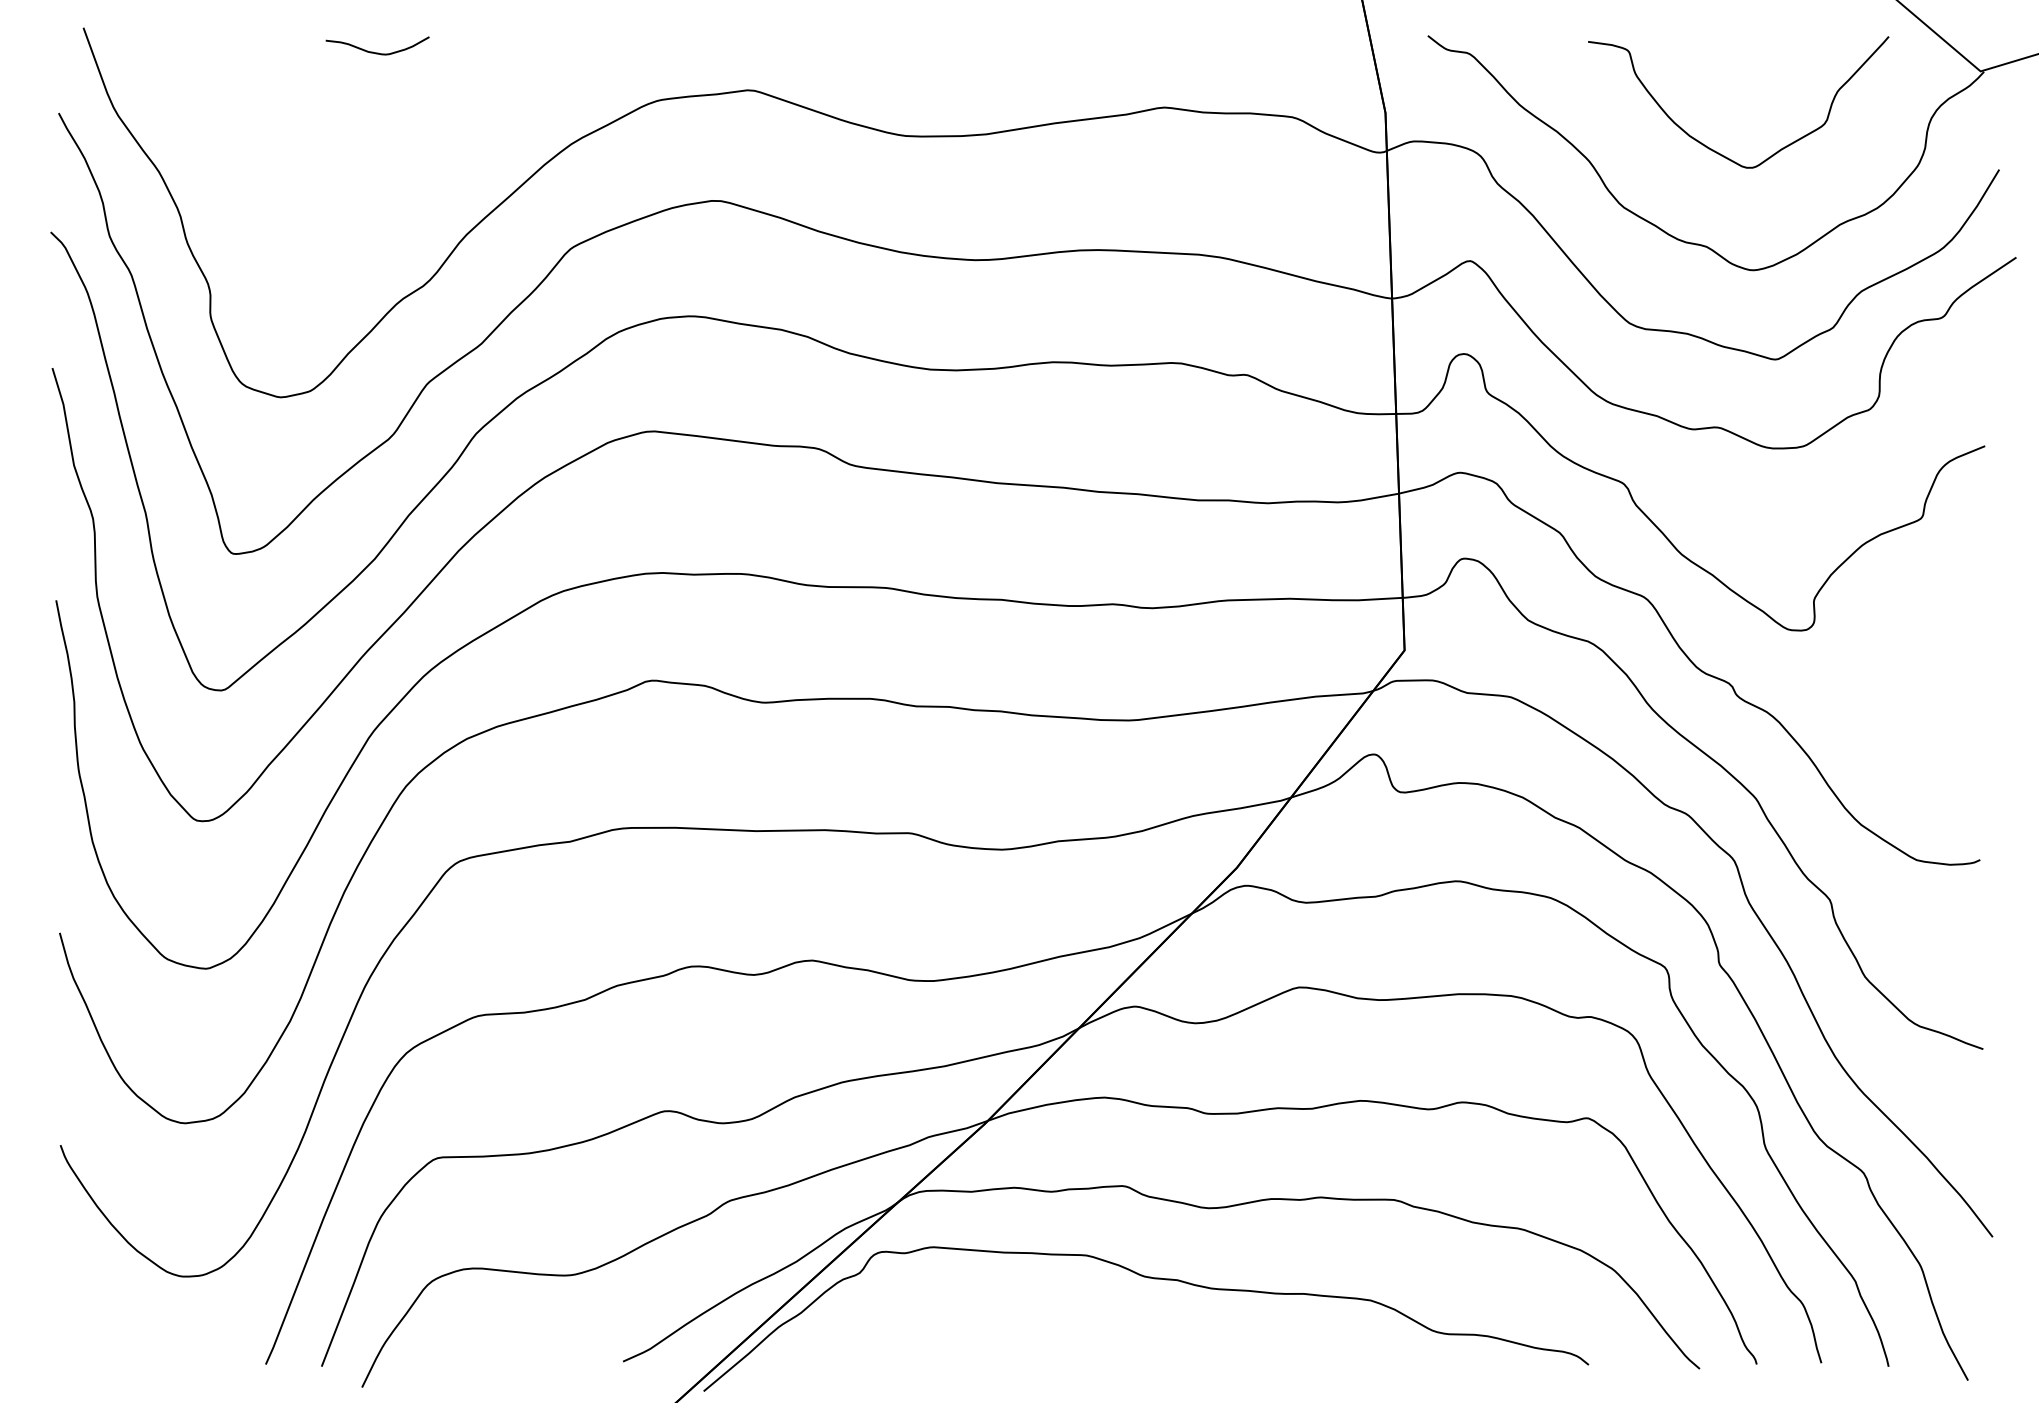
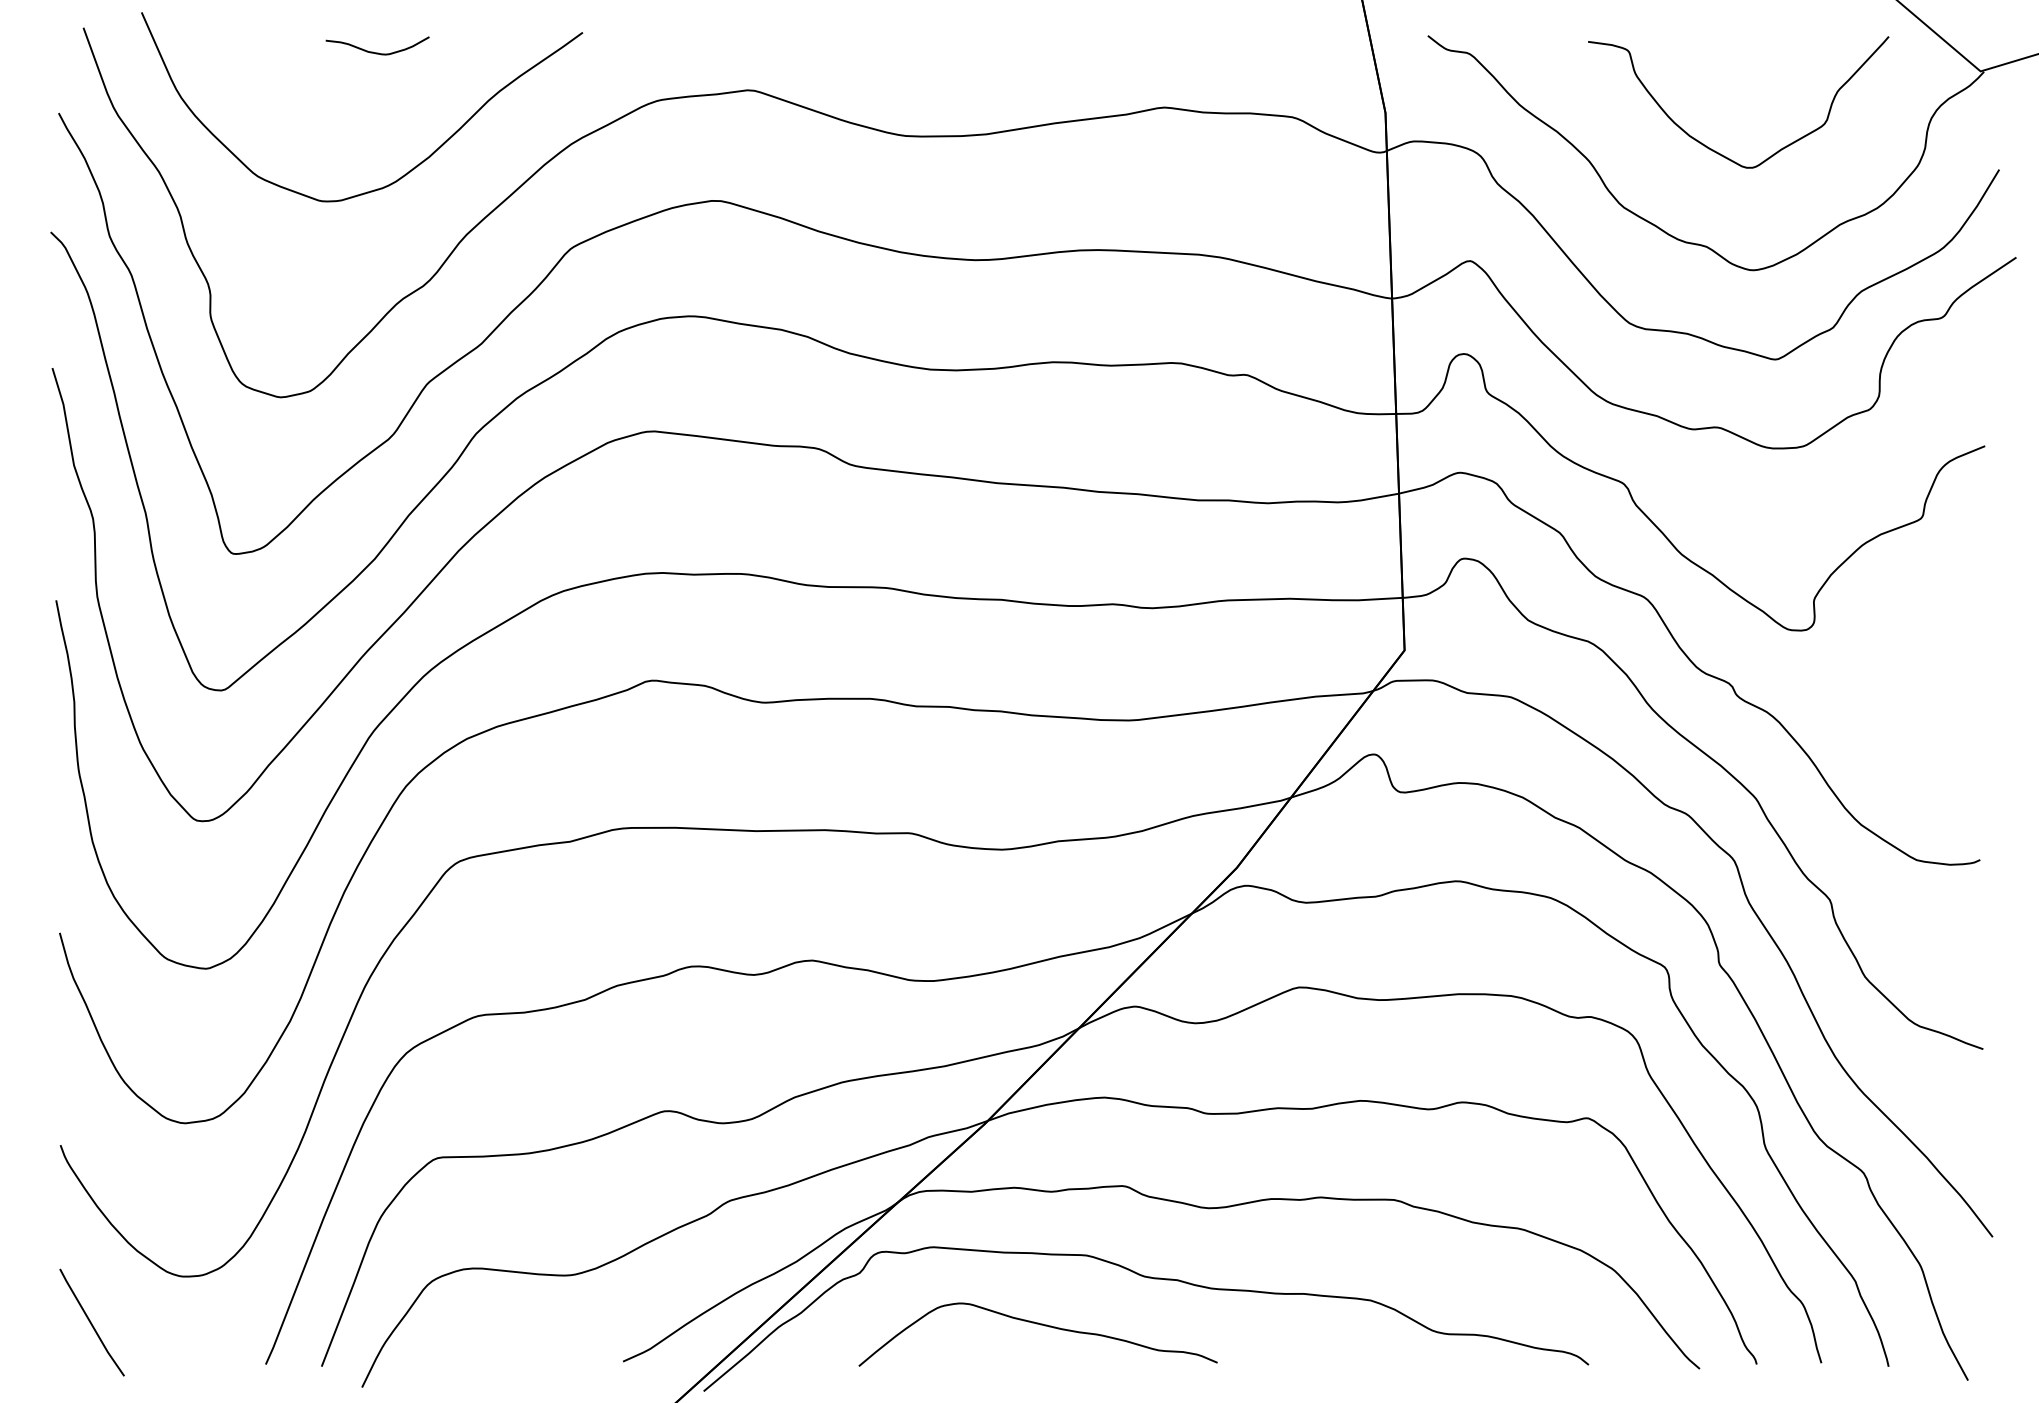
curve at (409, 170): none -> present
line at (91, 1322): none -> present
curve at (1040, 1325): none -> present
